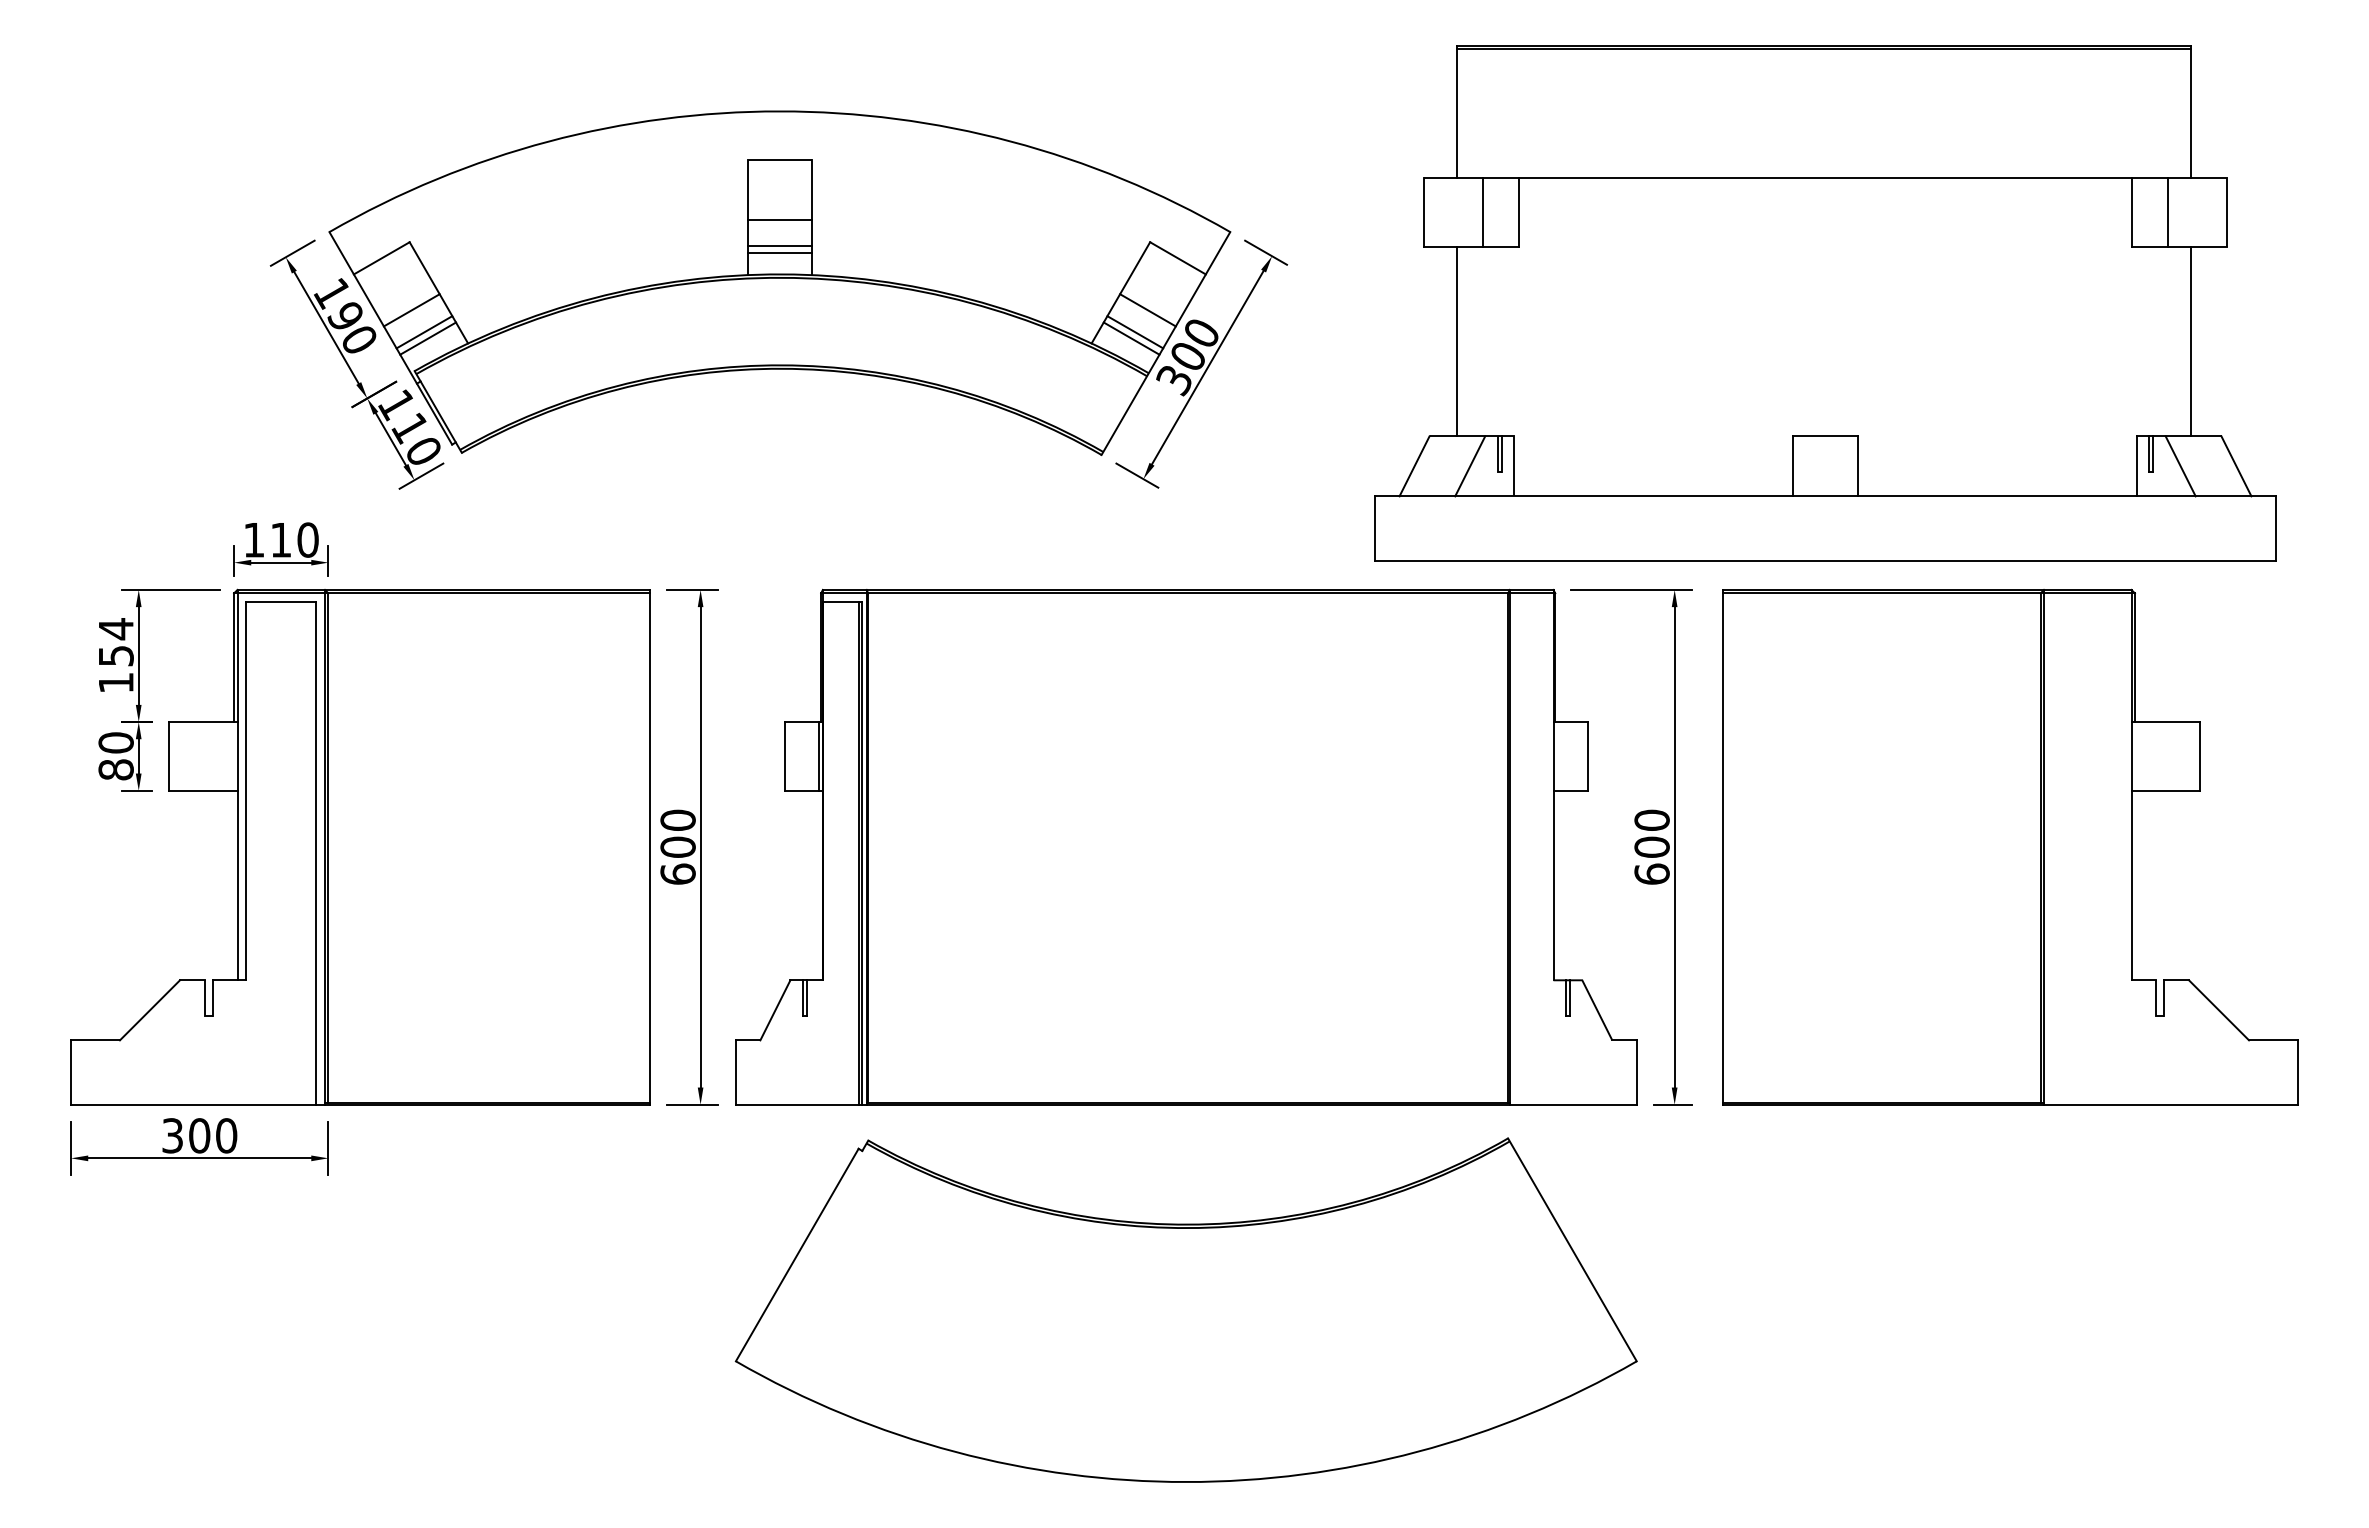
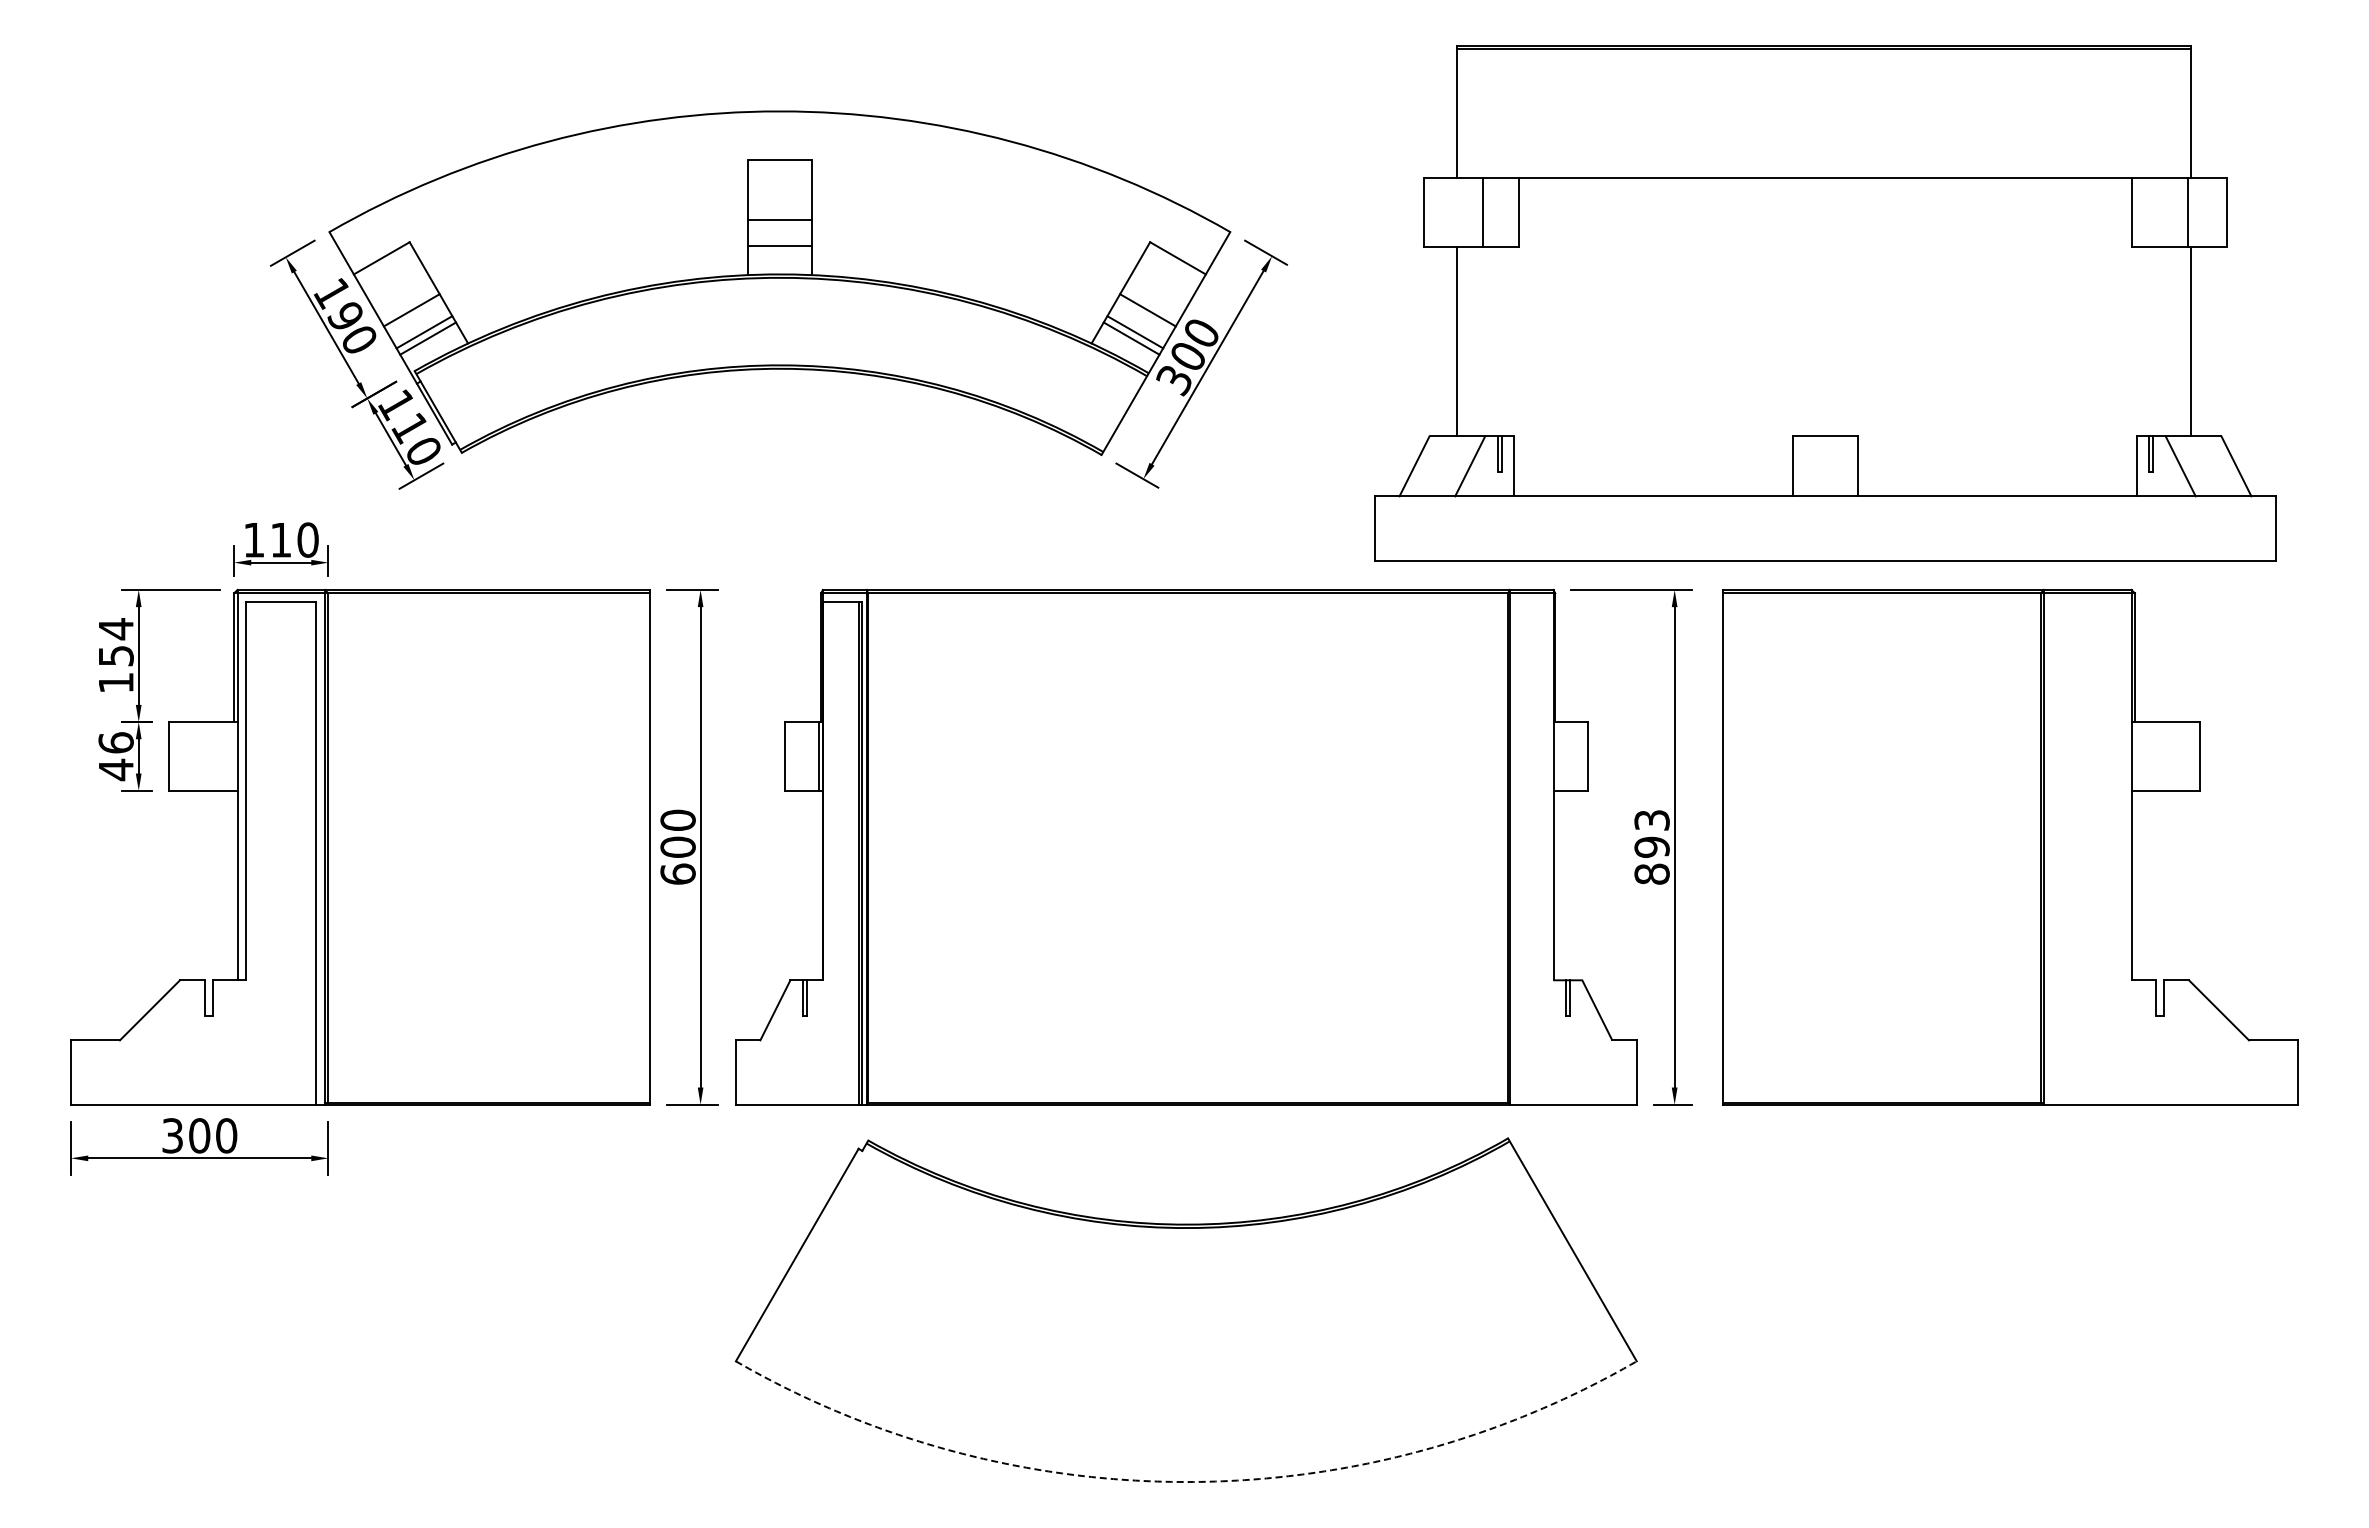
line at (2167, 212) position: (2167, 212) -> (2187, 212)
line at (779, 252): present -> none
text at (115, 756): 80 -> 46
text at (1651, 846): 600 -> 893
arc at (1186, 1482): solid -> dashed
